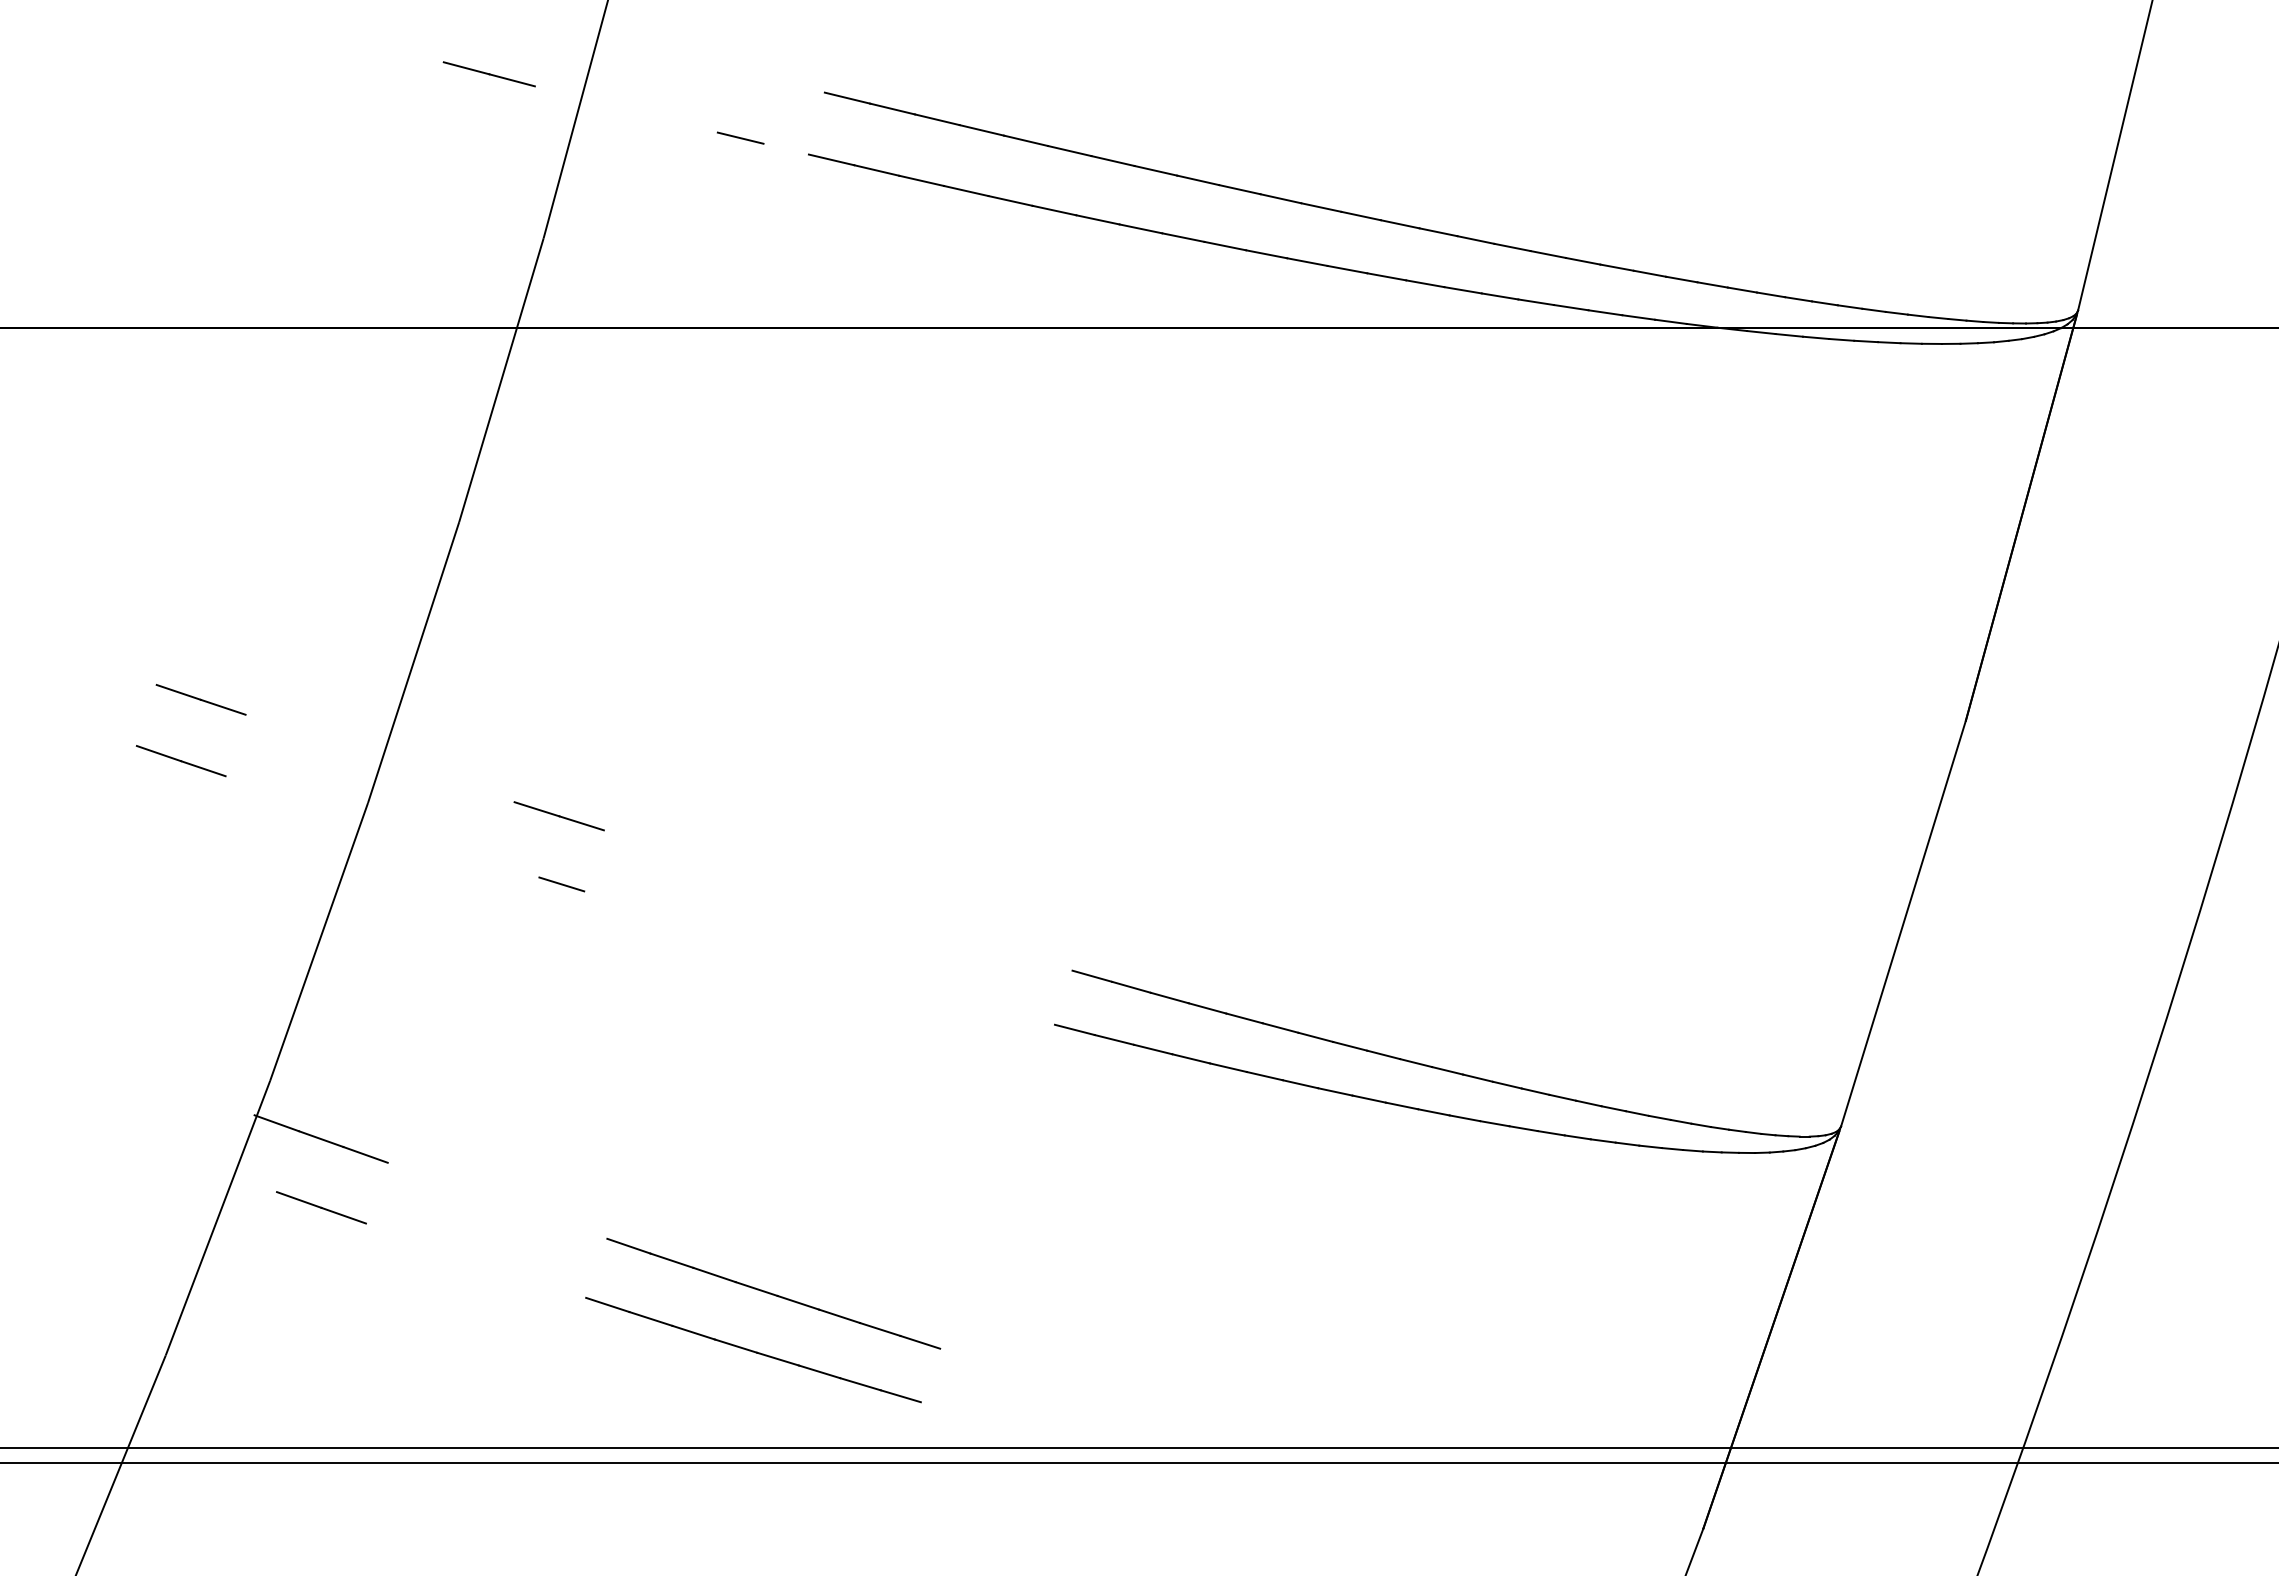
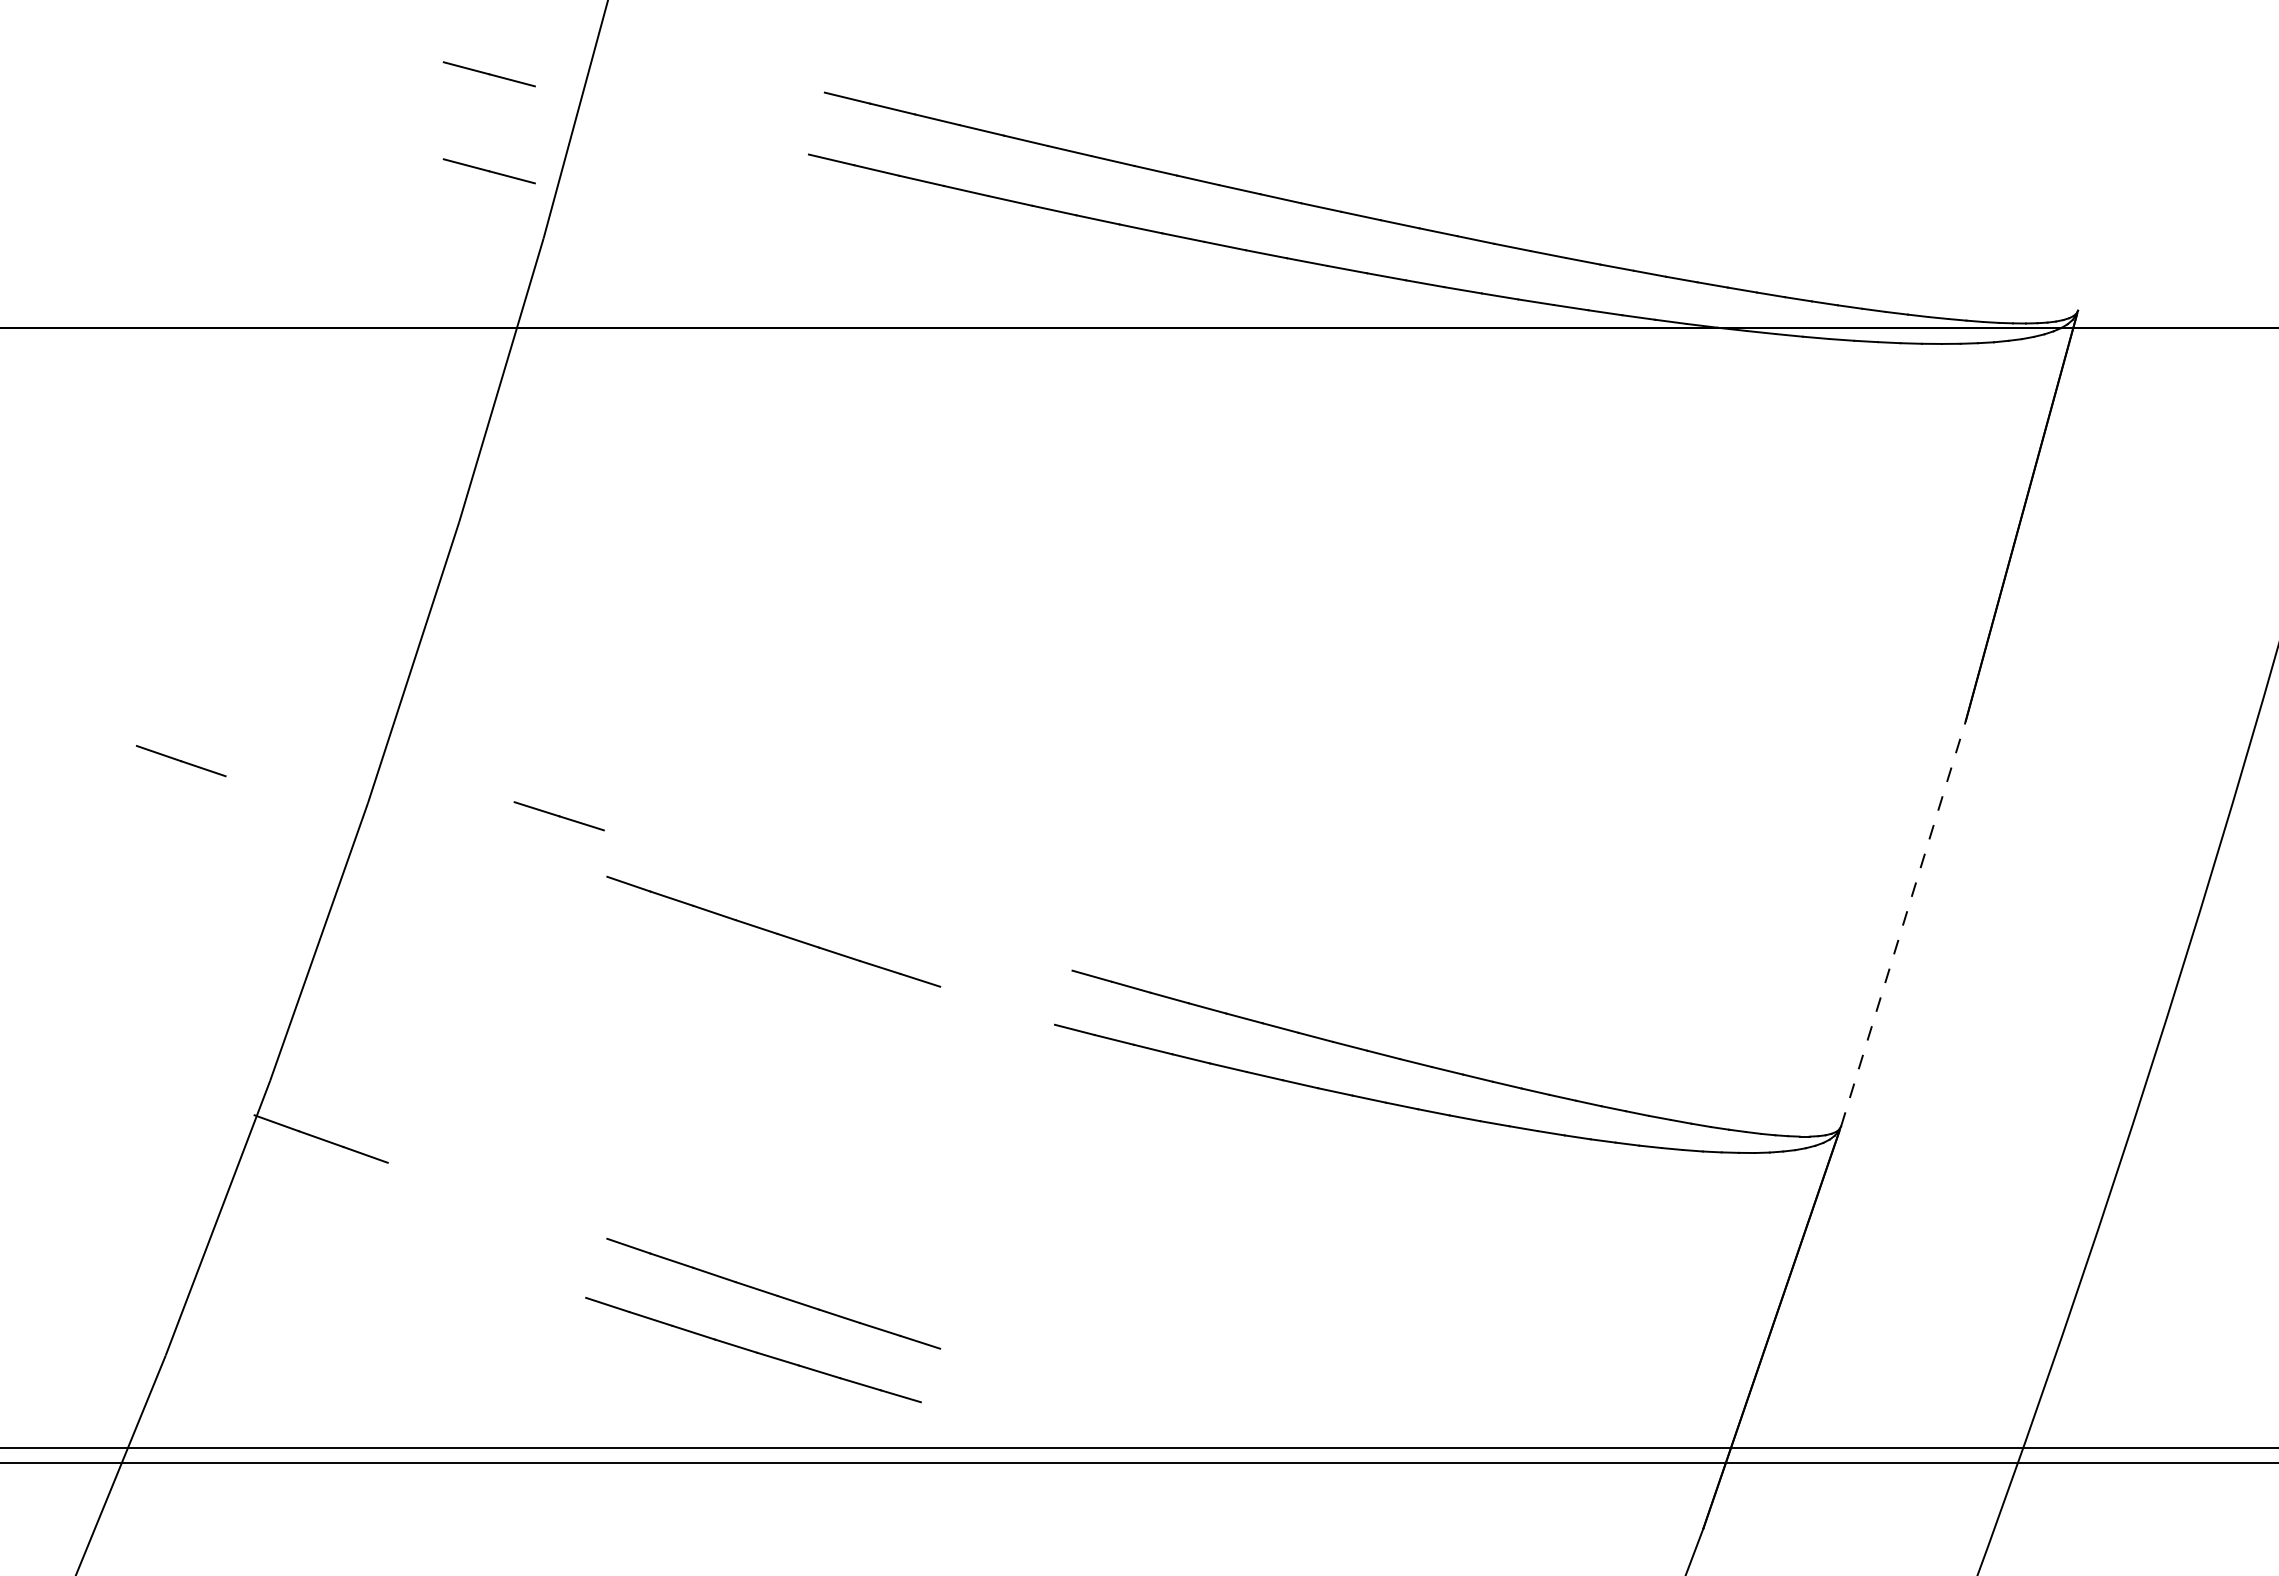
line at (740, 137): present -> none
line at (2114, 156): present -> none
line at (488, 171): none -> present
line at (200, 699): present -> none
line at (561, 884): present -> none
line at (1903, 923): solid -> dashed
part at (773, 931): none -> present
line at (321, 1207): present -> none
